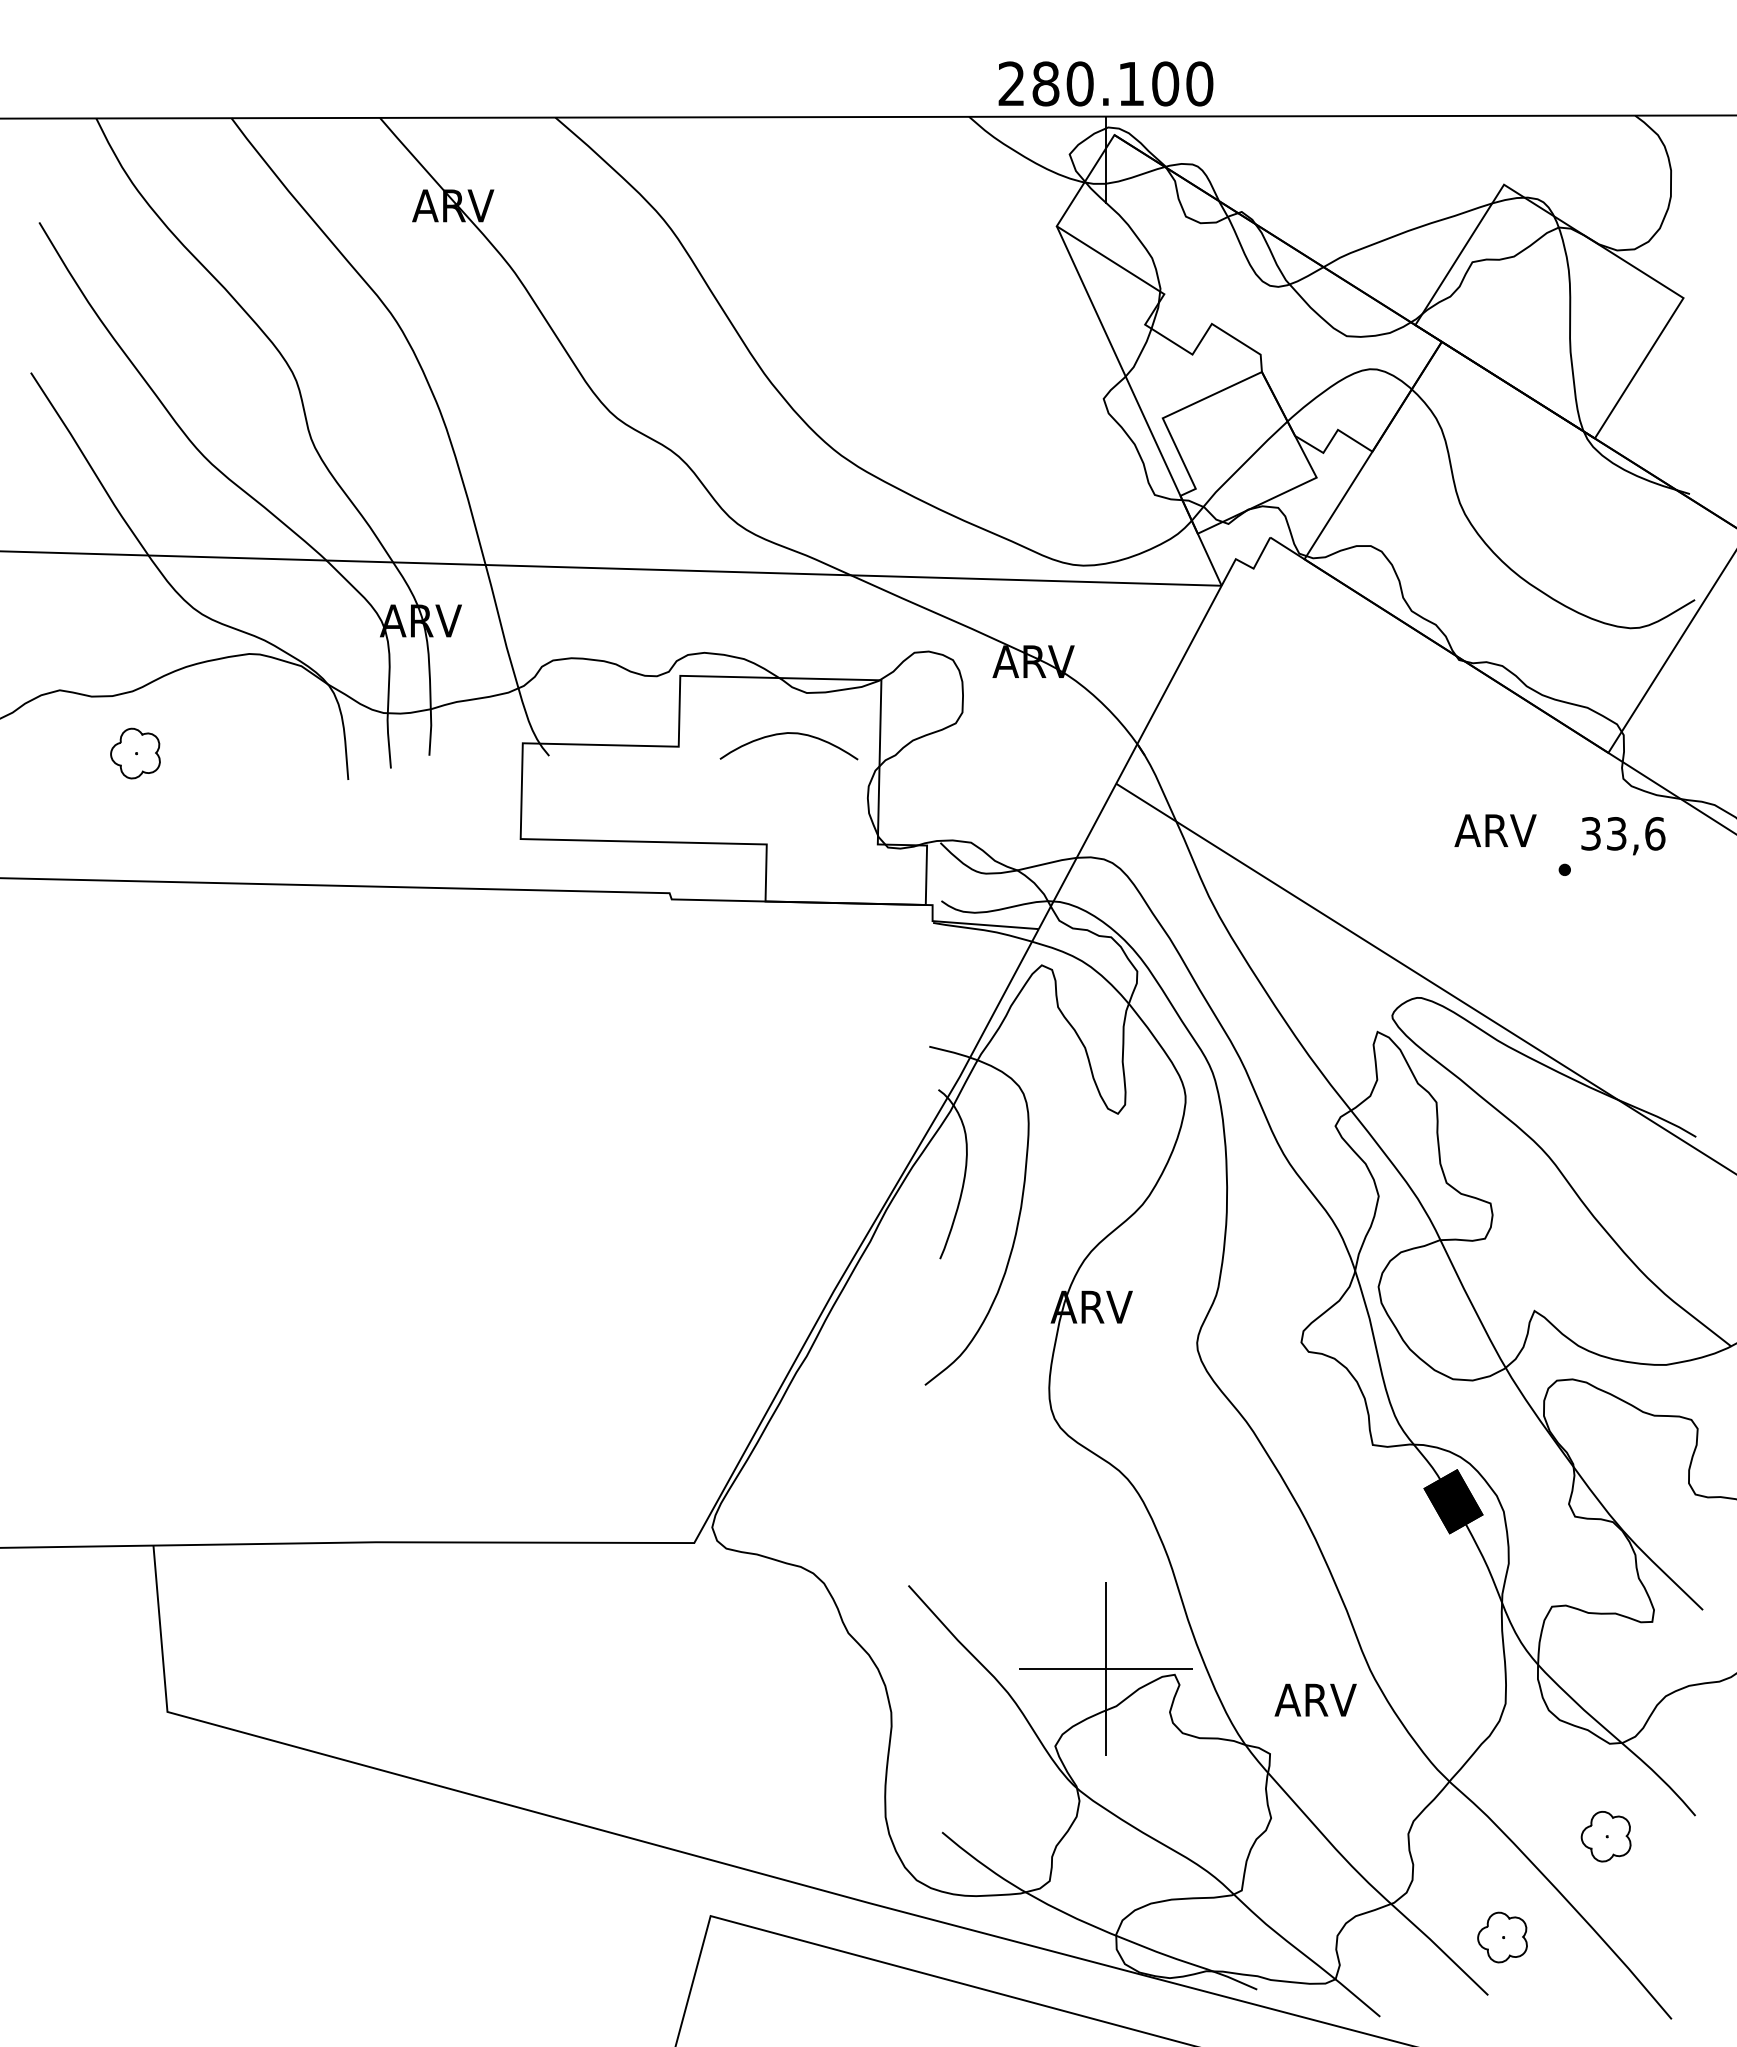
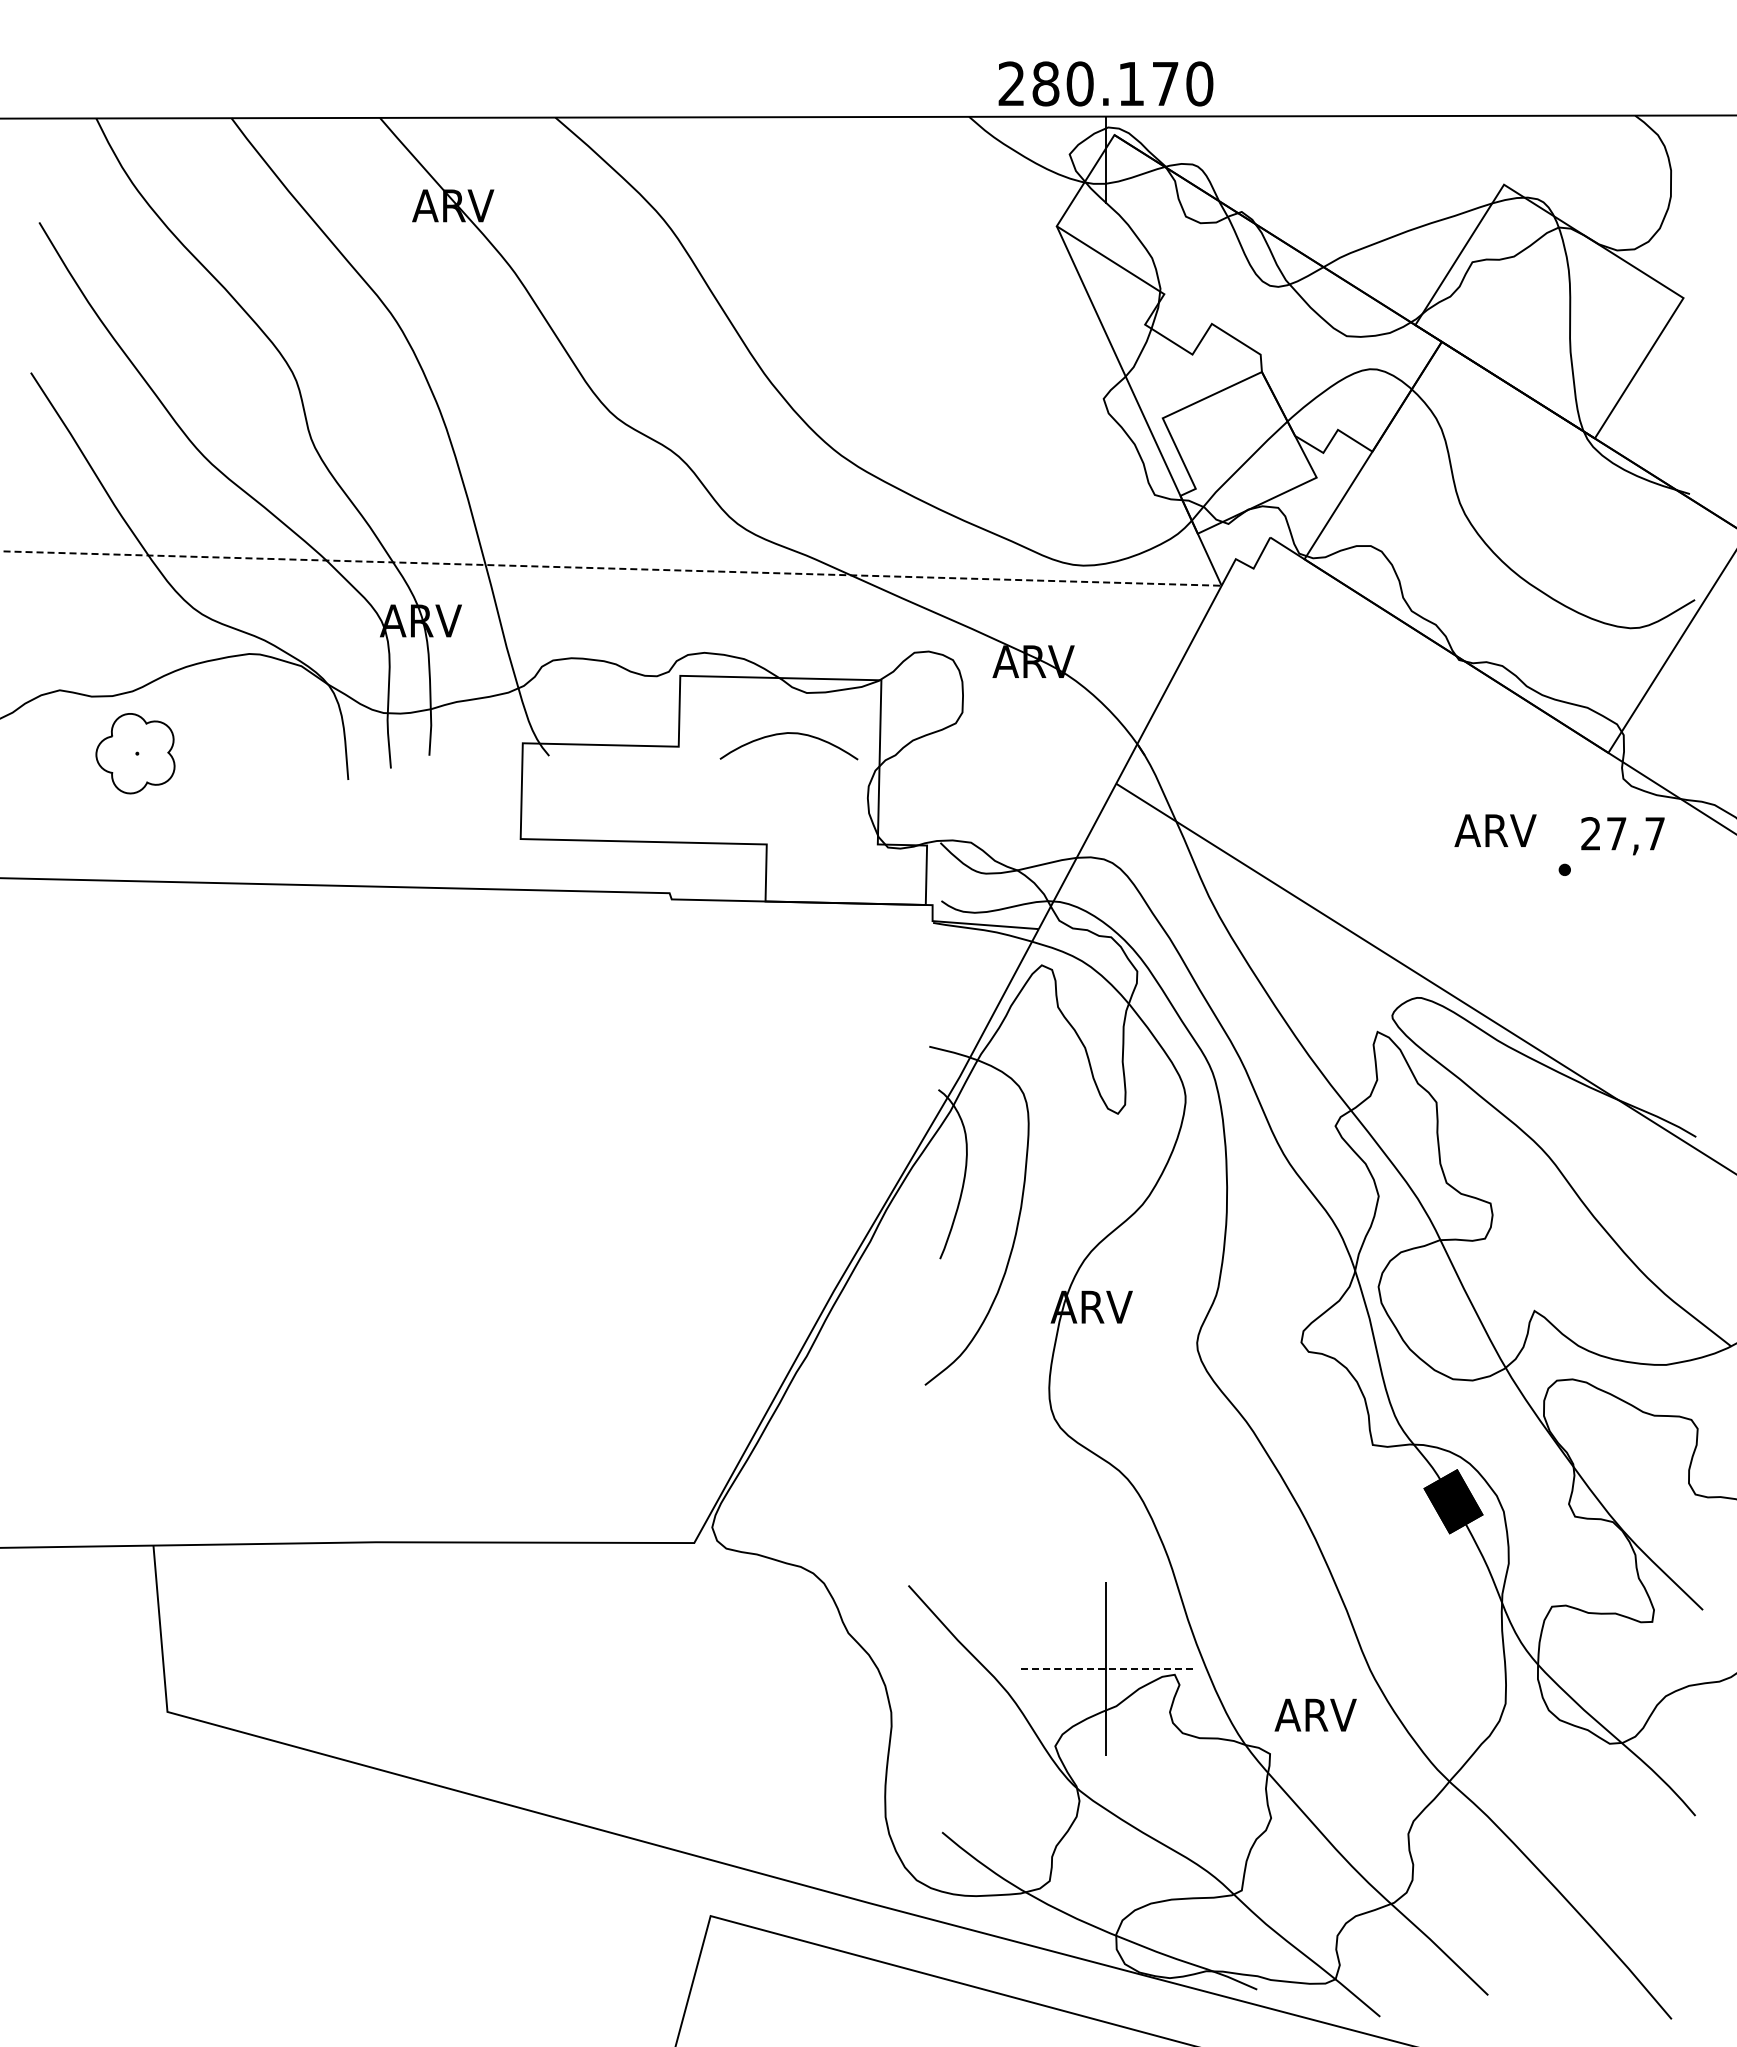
text at (1165, 83): 280.100 -> 280.170
line at (611, 568): solid -> dashed
part at (135, 753) size: 51x53 px -> 81x82 px
text at (1623, 833): 33,6 -> 27,7
line at (1105, 1669): solid -> dashed
text at (1315, 1699) position: (1315, 1699) -> (1315, 1714)
part at (1605, 1836): present -> none
part at (1502, 1937): present -> none
